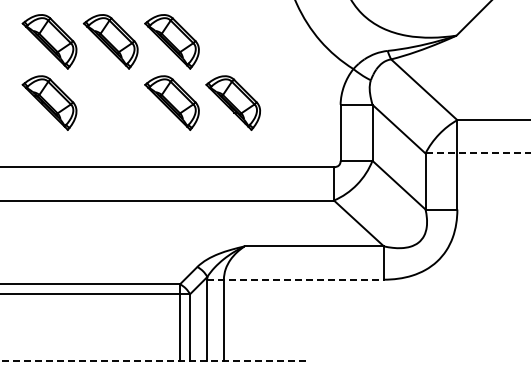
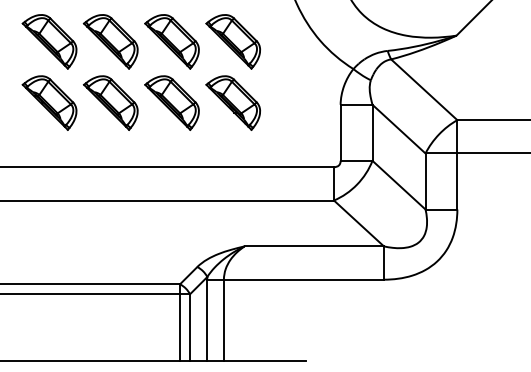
part at (232, 41): none -> present
part at (110, 102): none -> present
line at (478, 153): dashed -> solid
line at (296, 279): dashed -> solid
line at (152, 360): dashed -> solid
